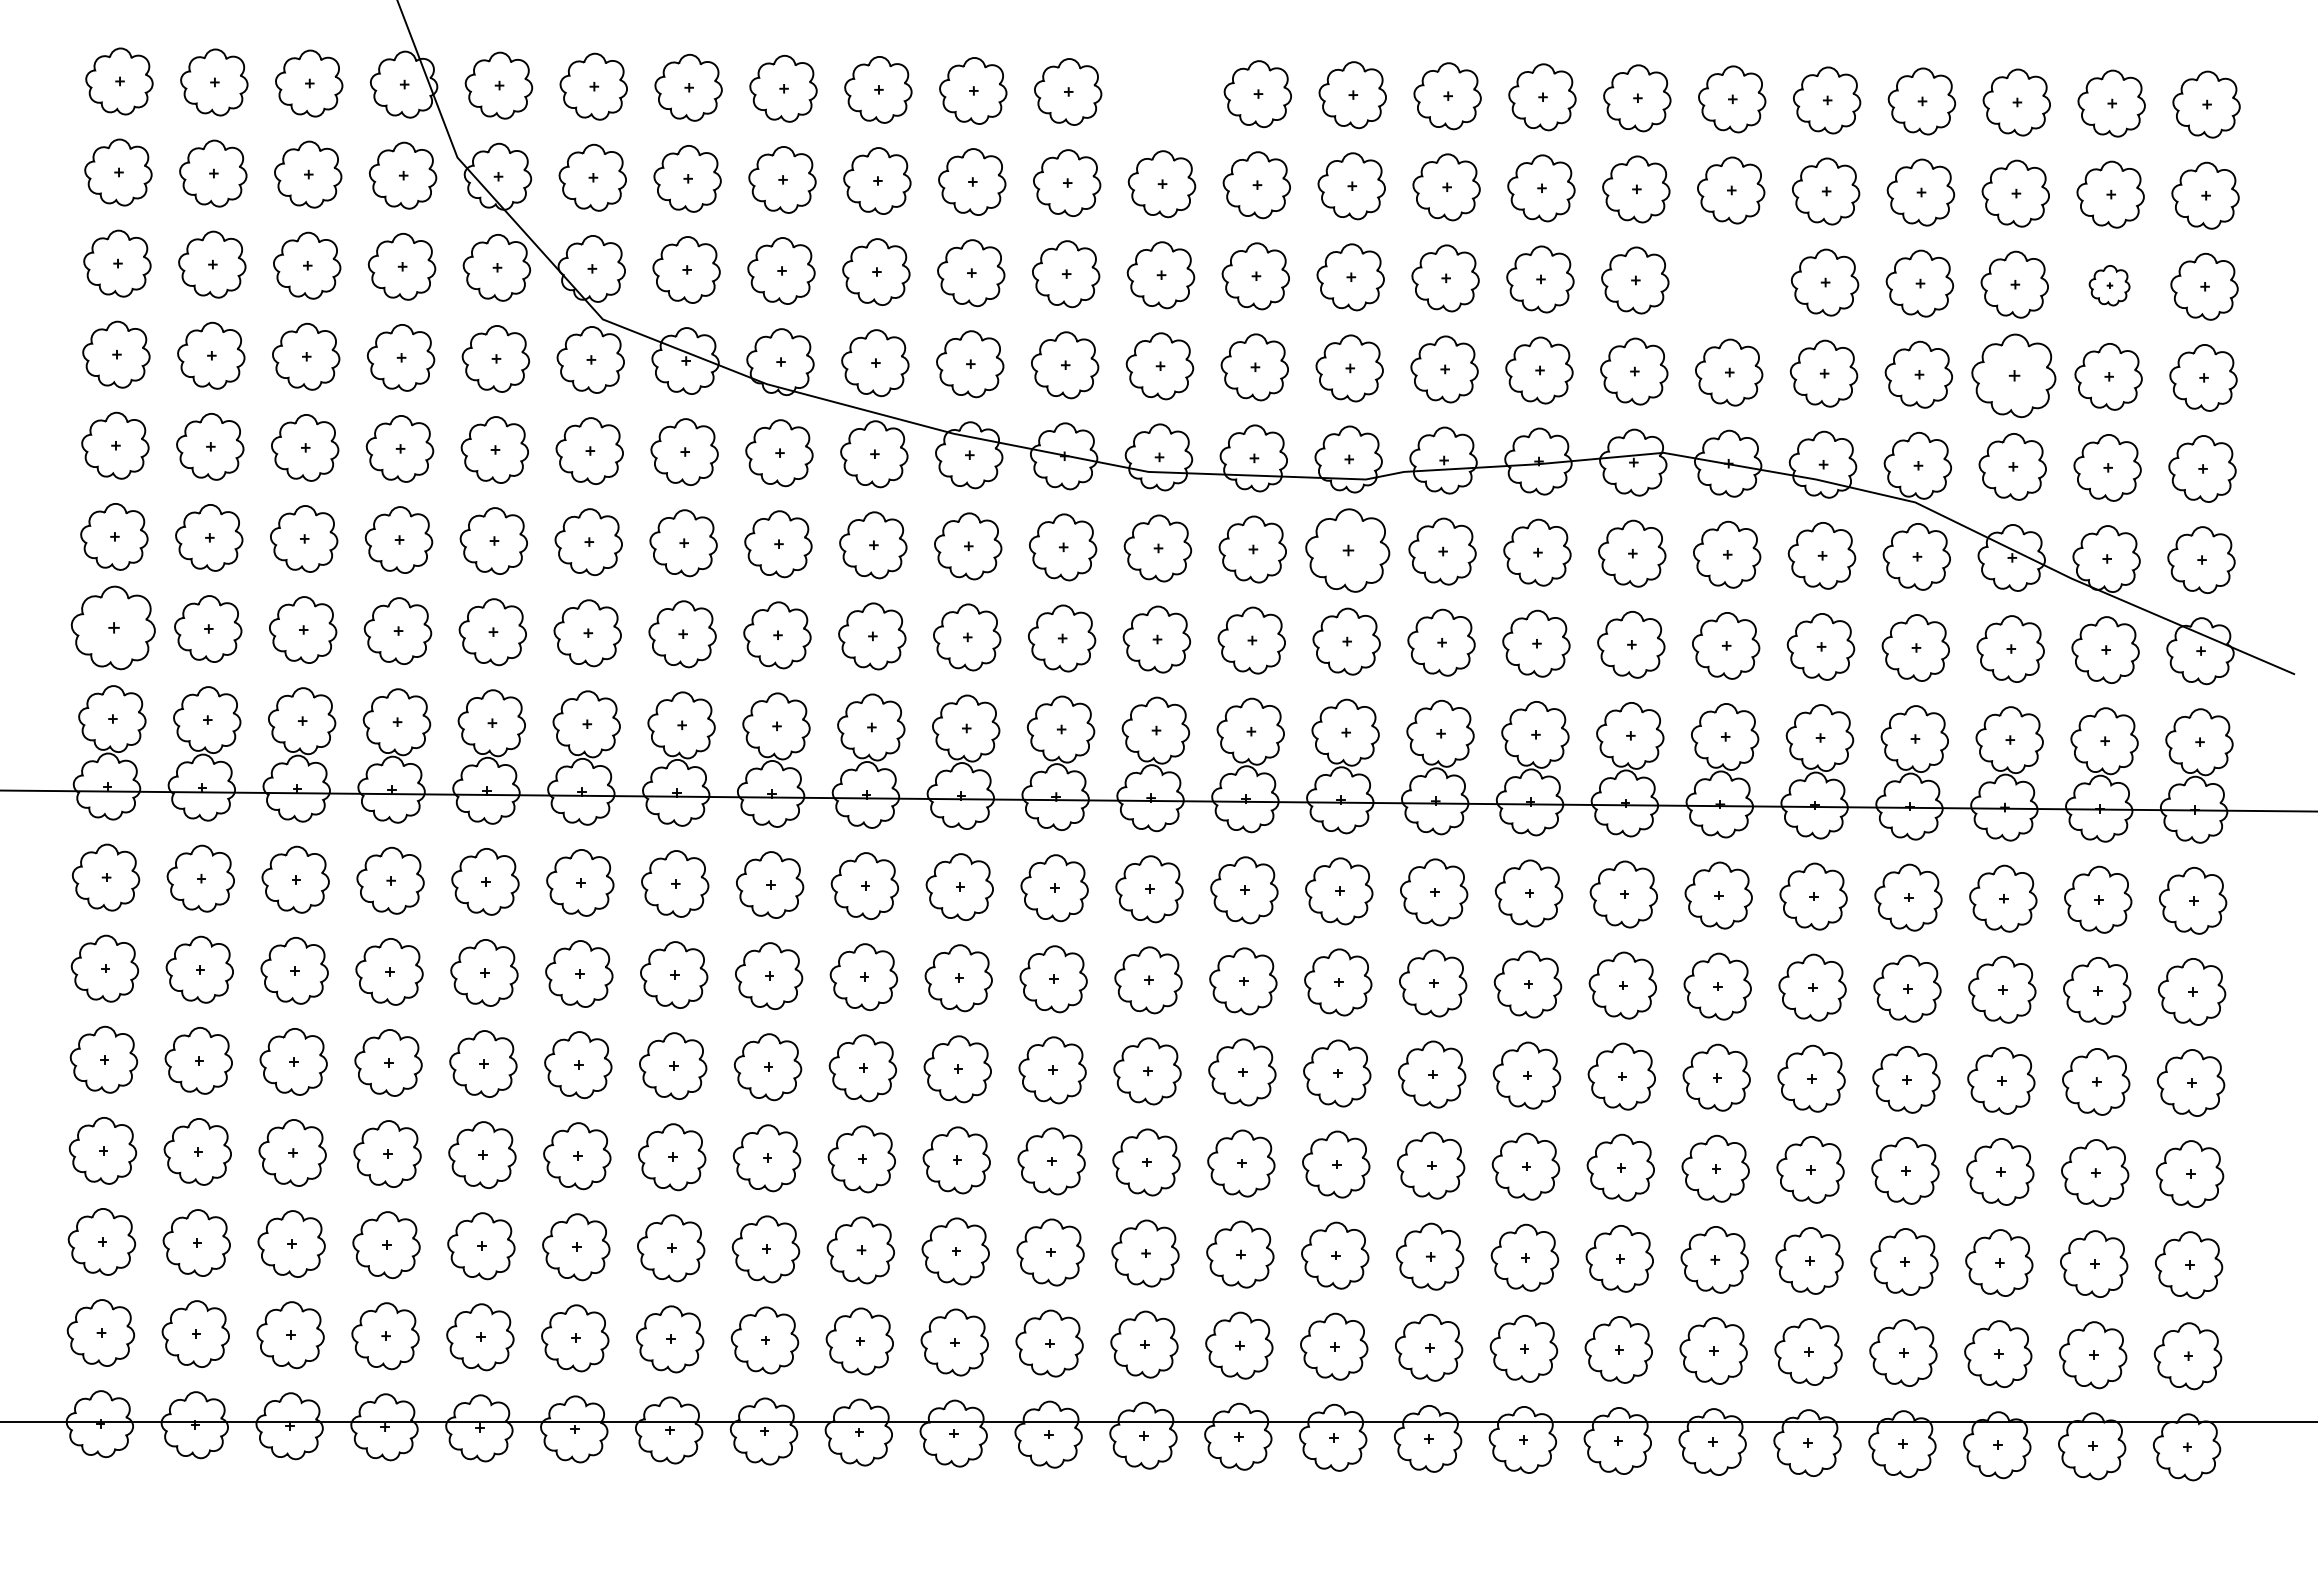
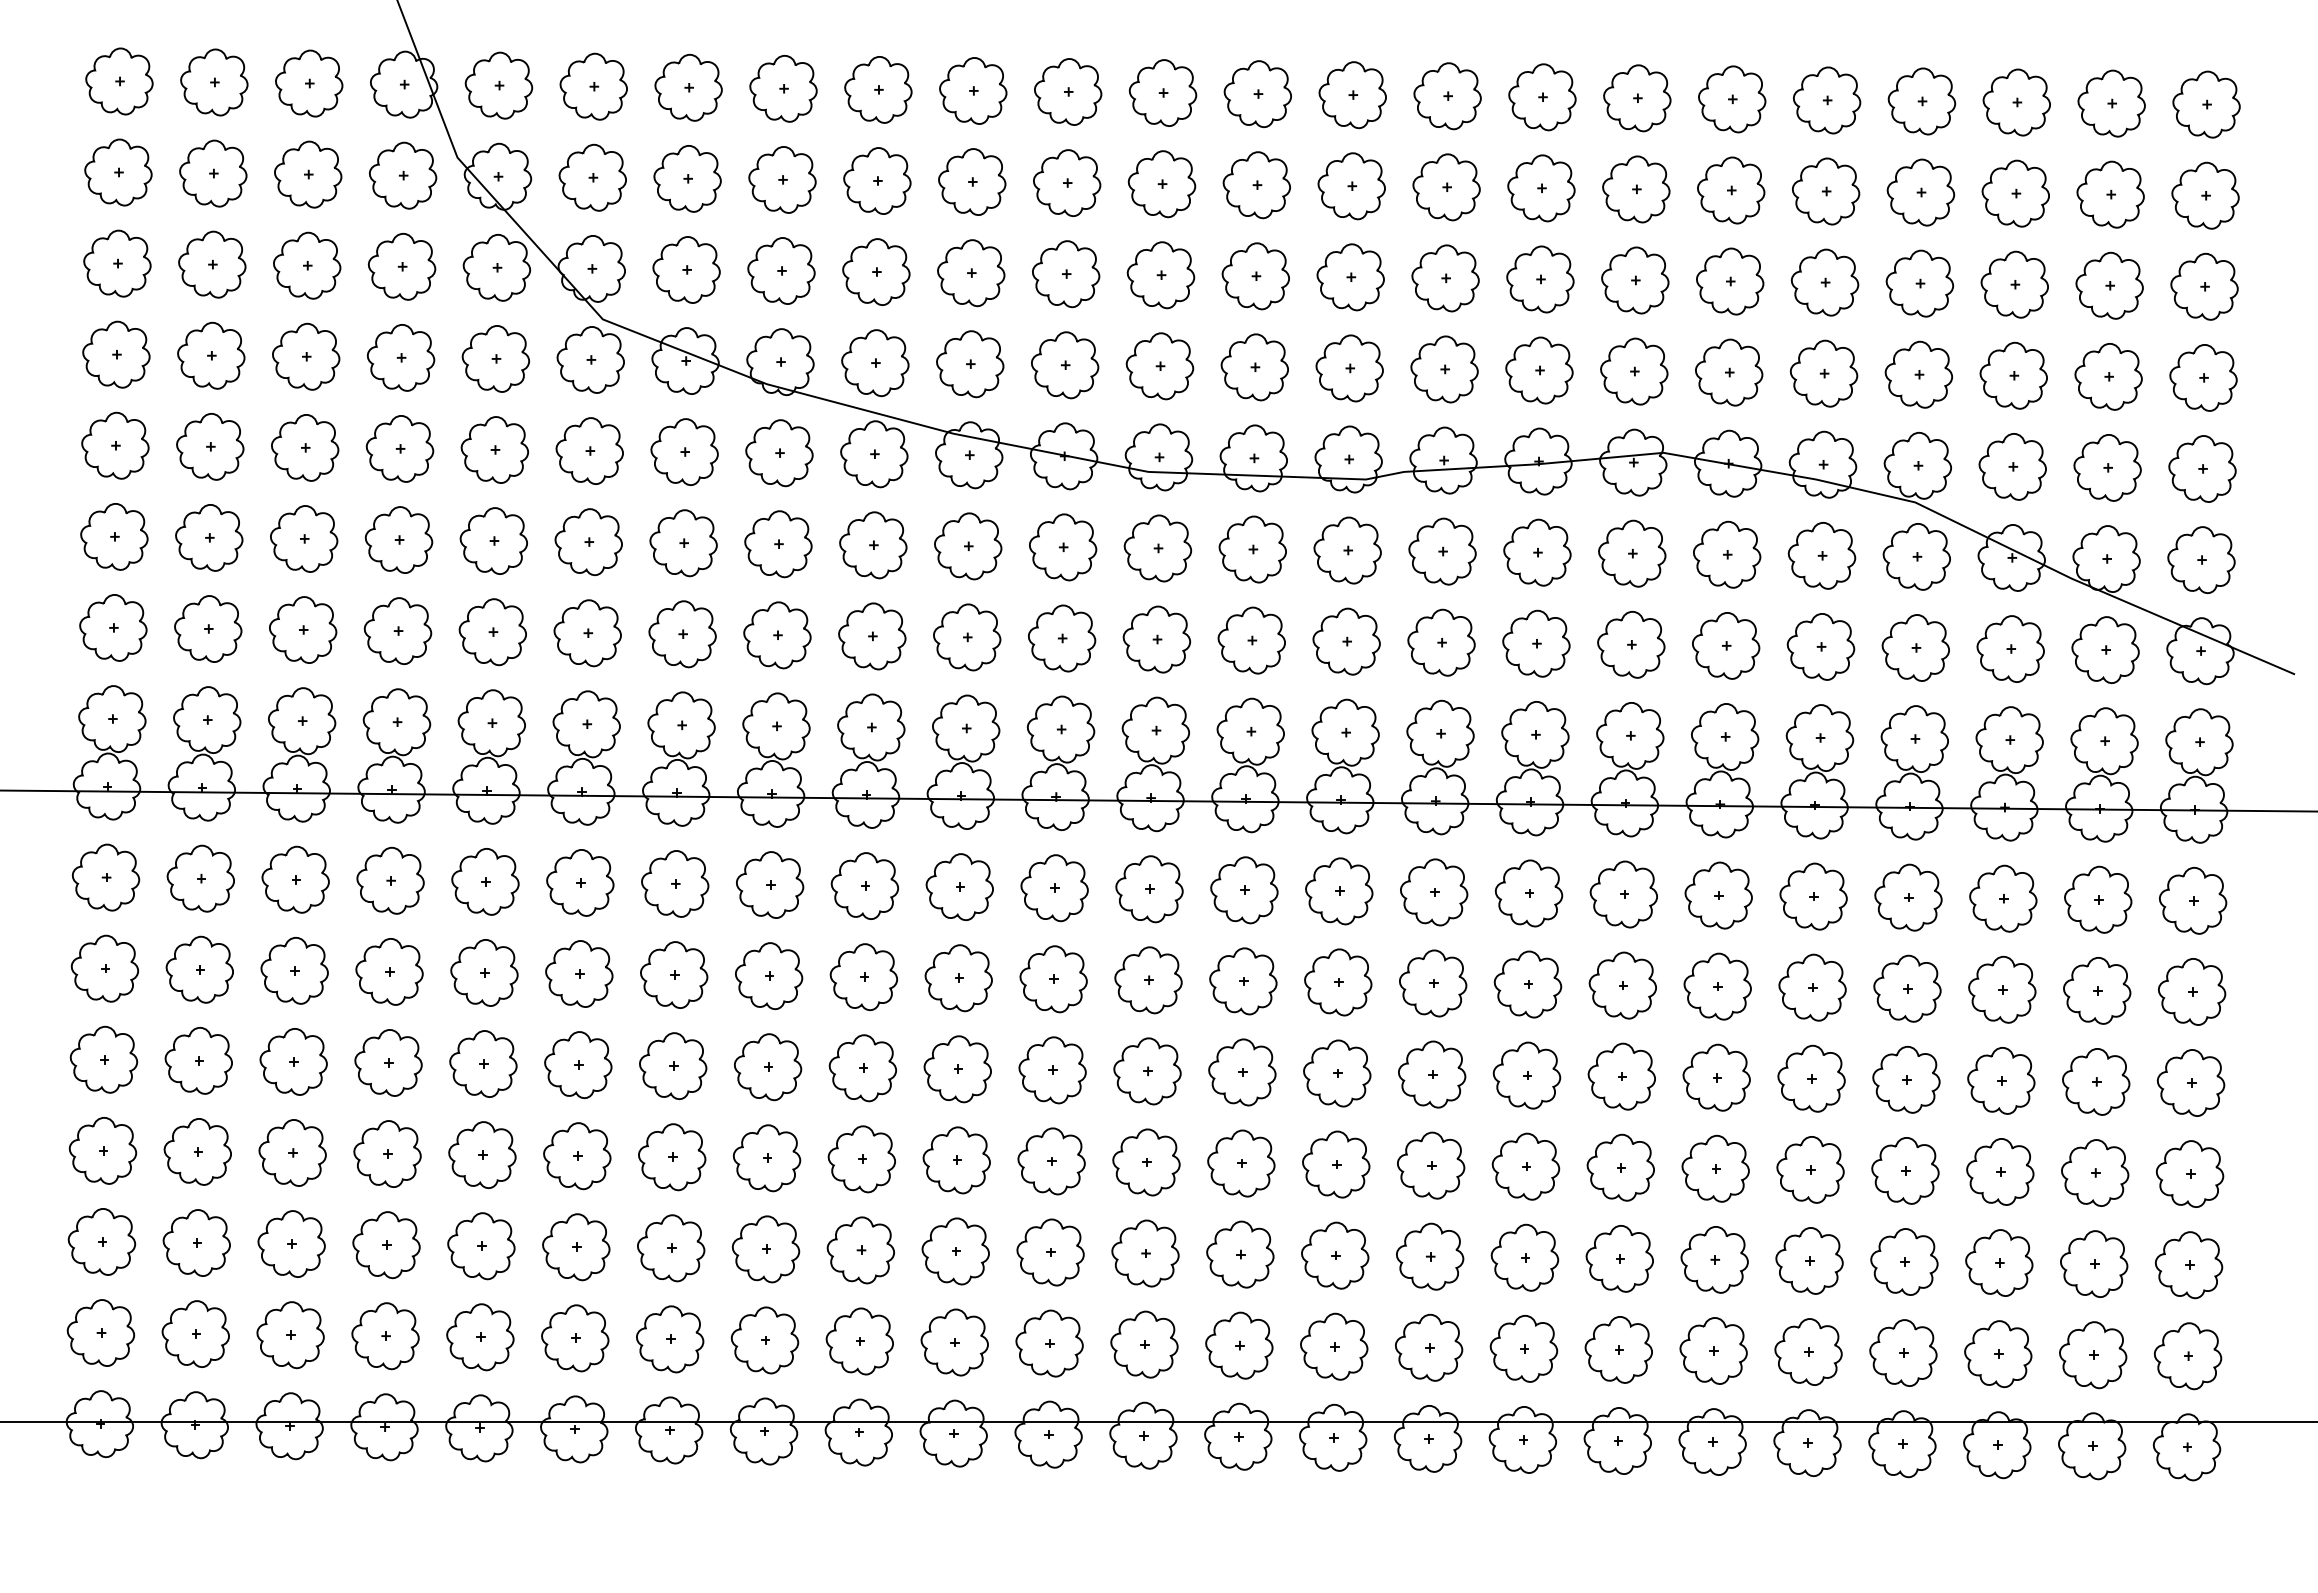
part at (1162, 92): none -> present
part at (1730, 281): none -> present
part at (2109, 285) size: 43x42 px -> 69x69 px
part at (2013, 375) size: 86x86 px -> 69x69 px
part at (1347, 550) size: 86x85 px -> 69x69 px
part at (112, 627) size: 86x86 px -> 69x68 px
